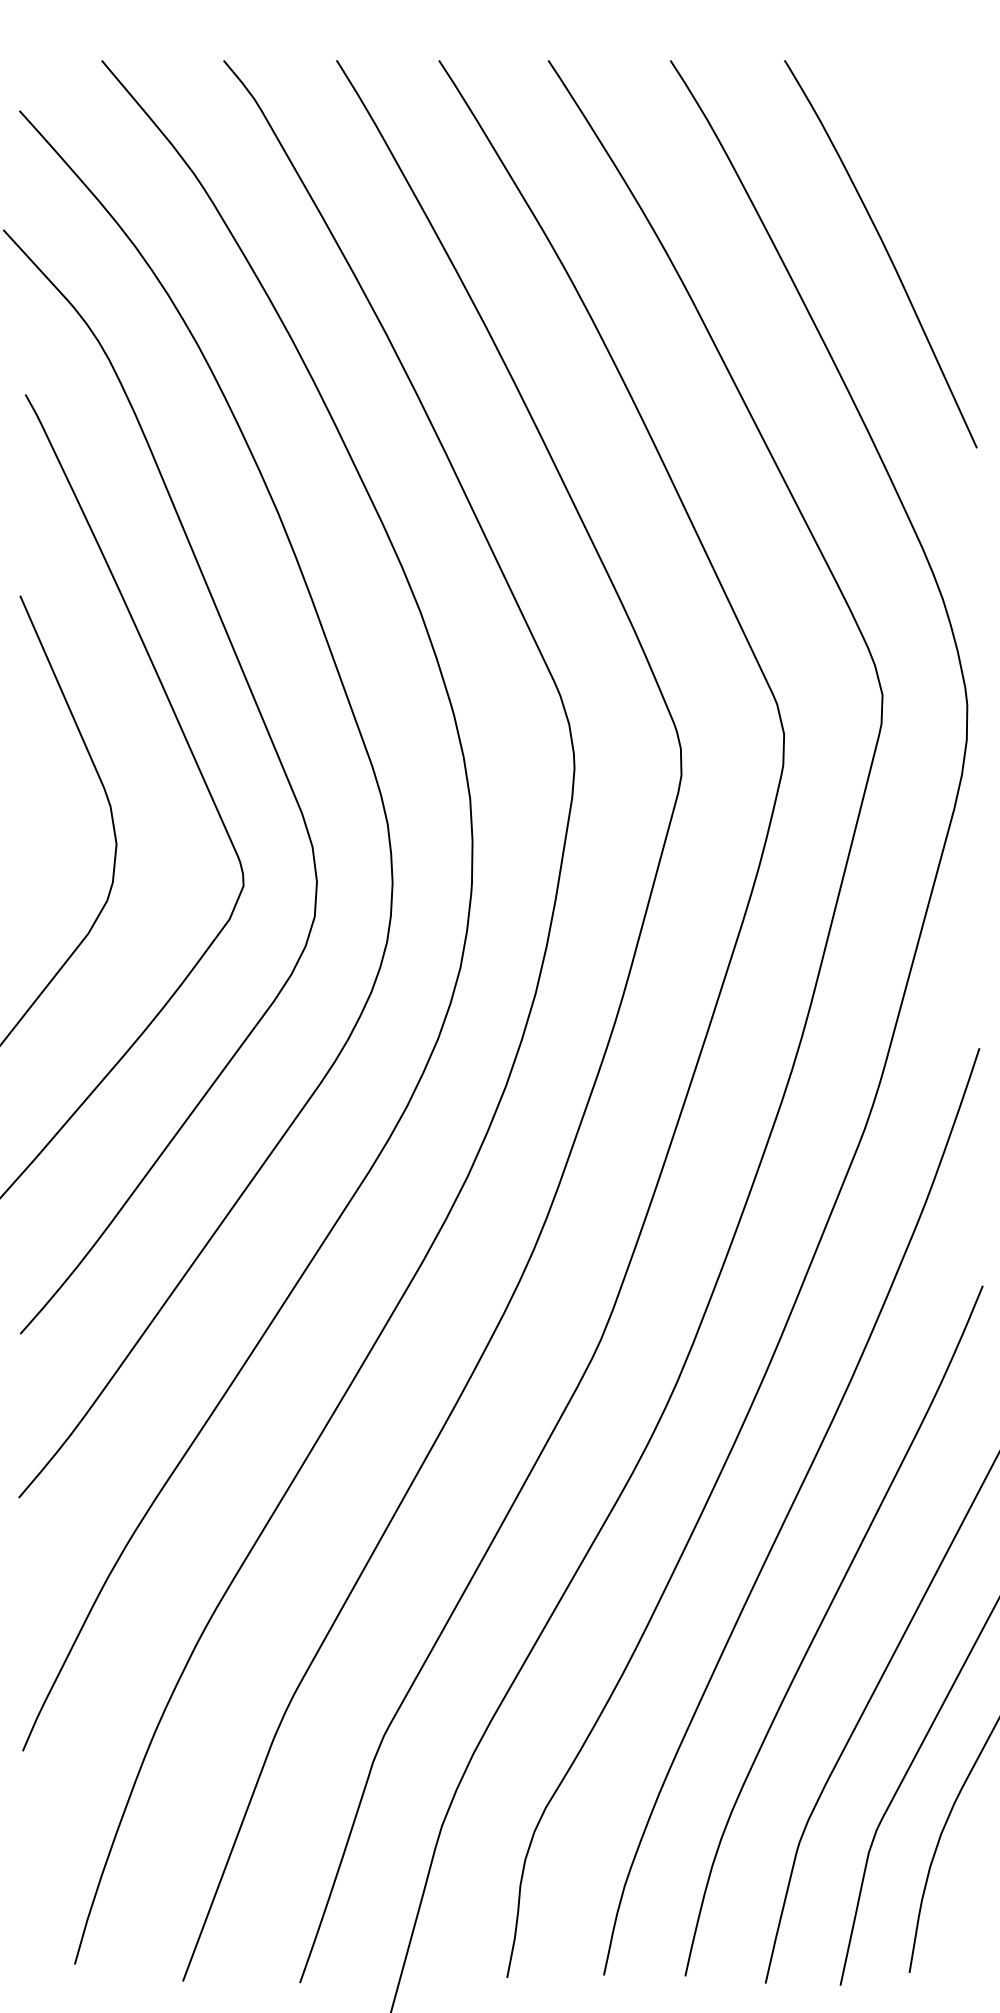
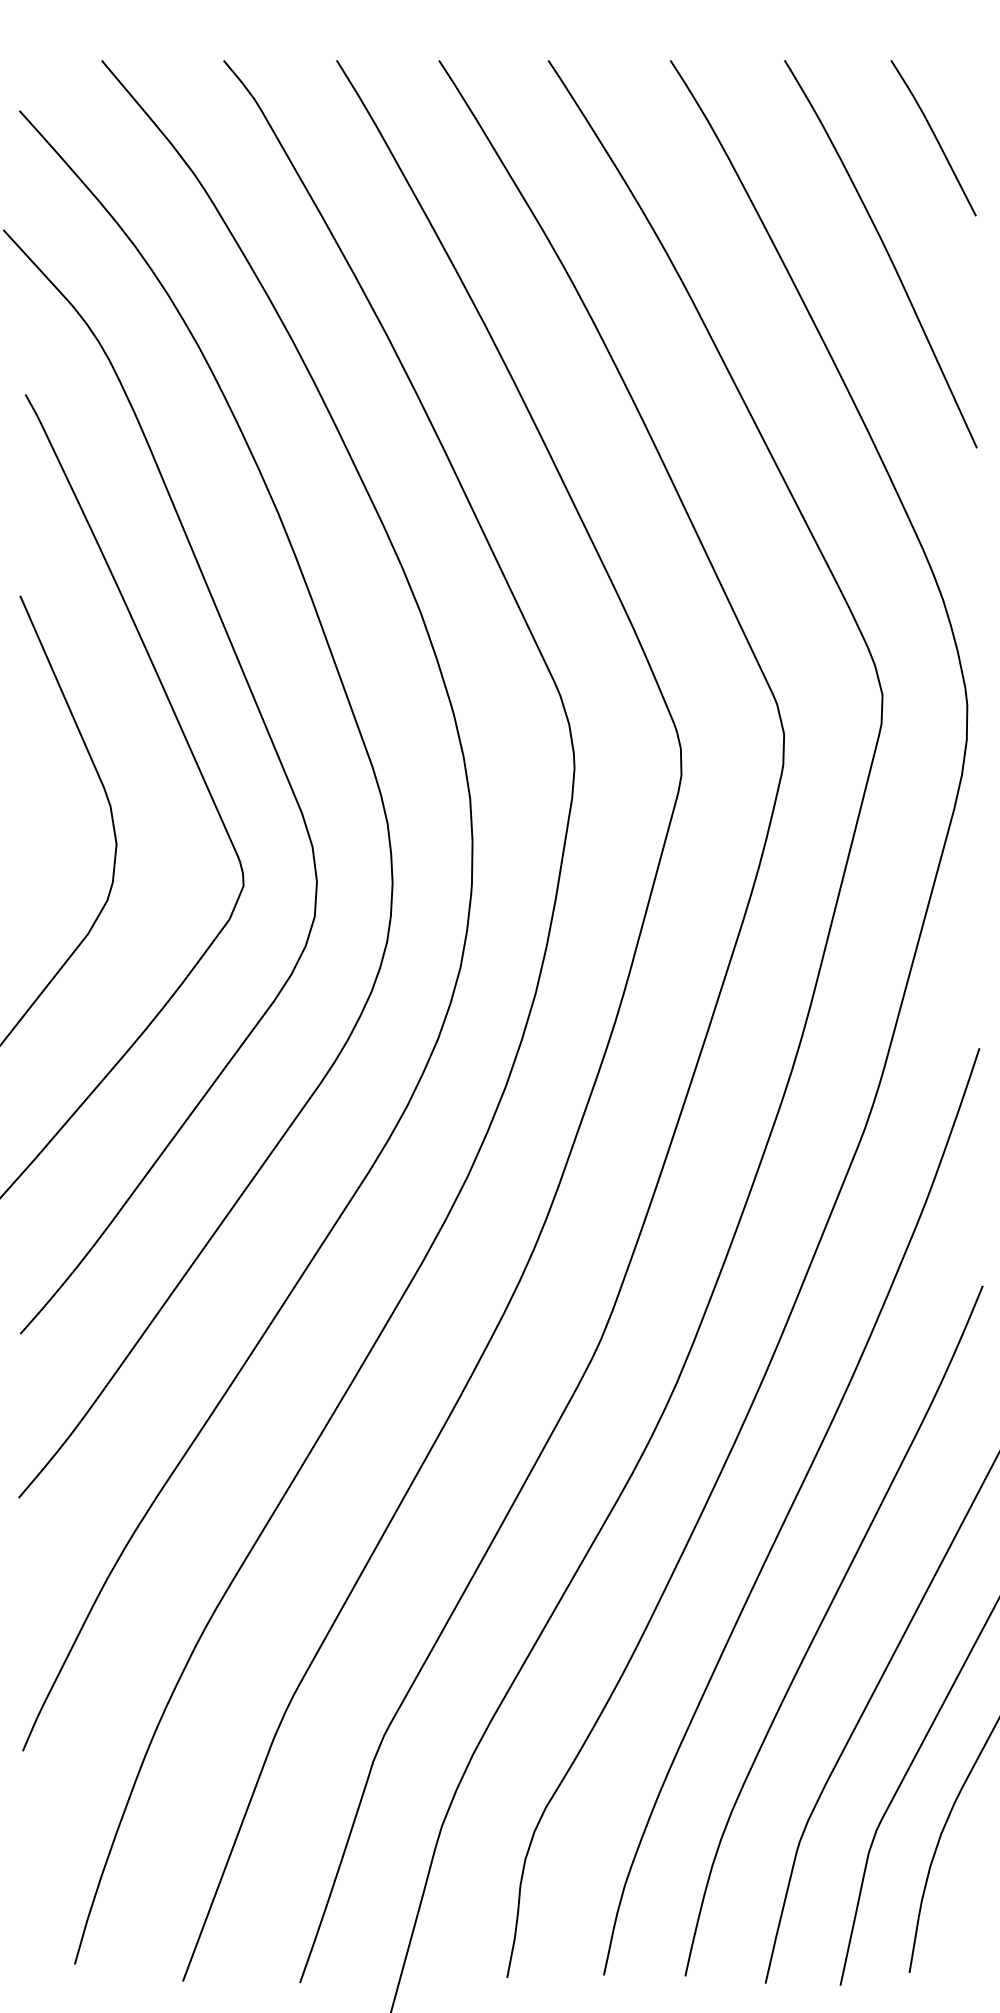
curve at (934, 137): none -> present
